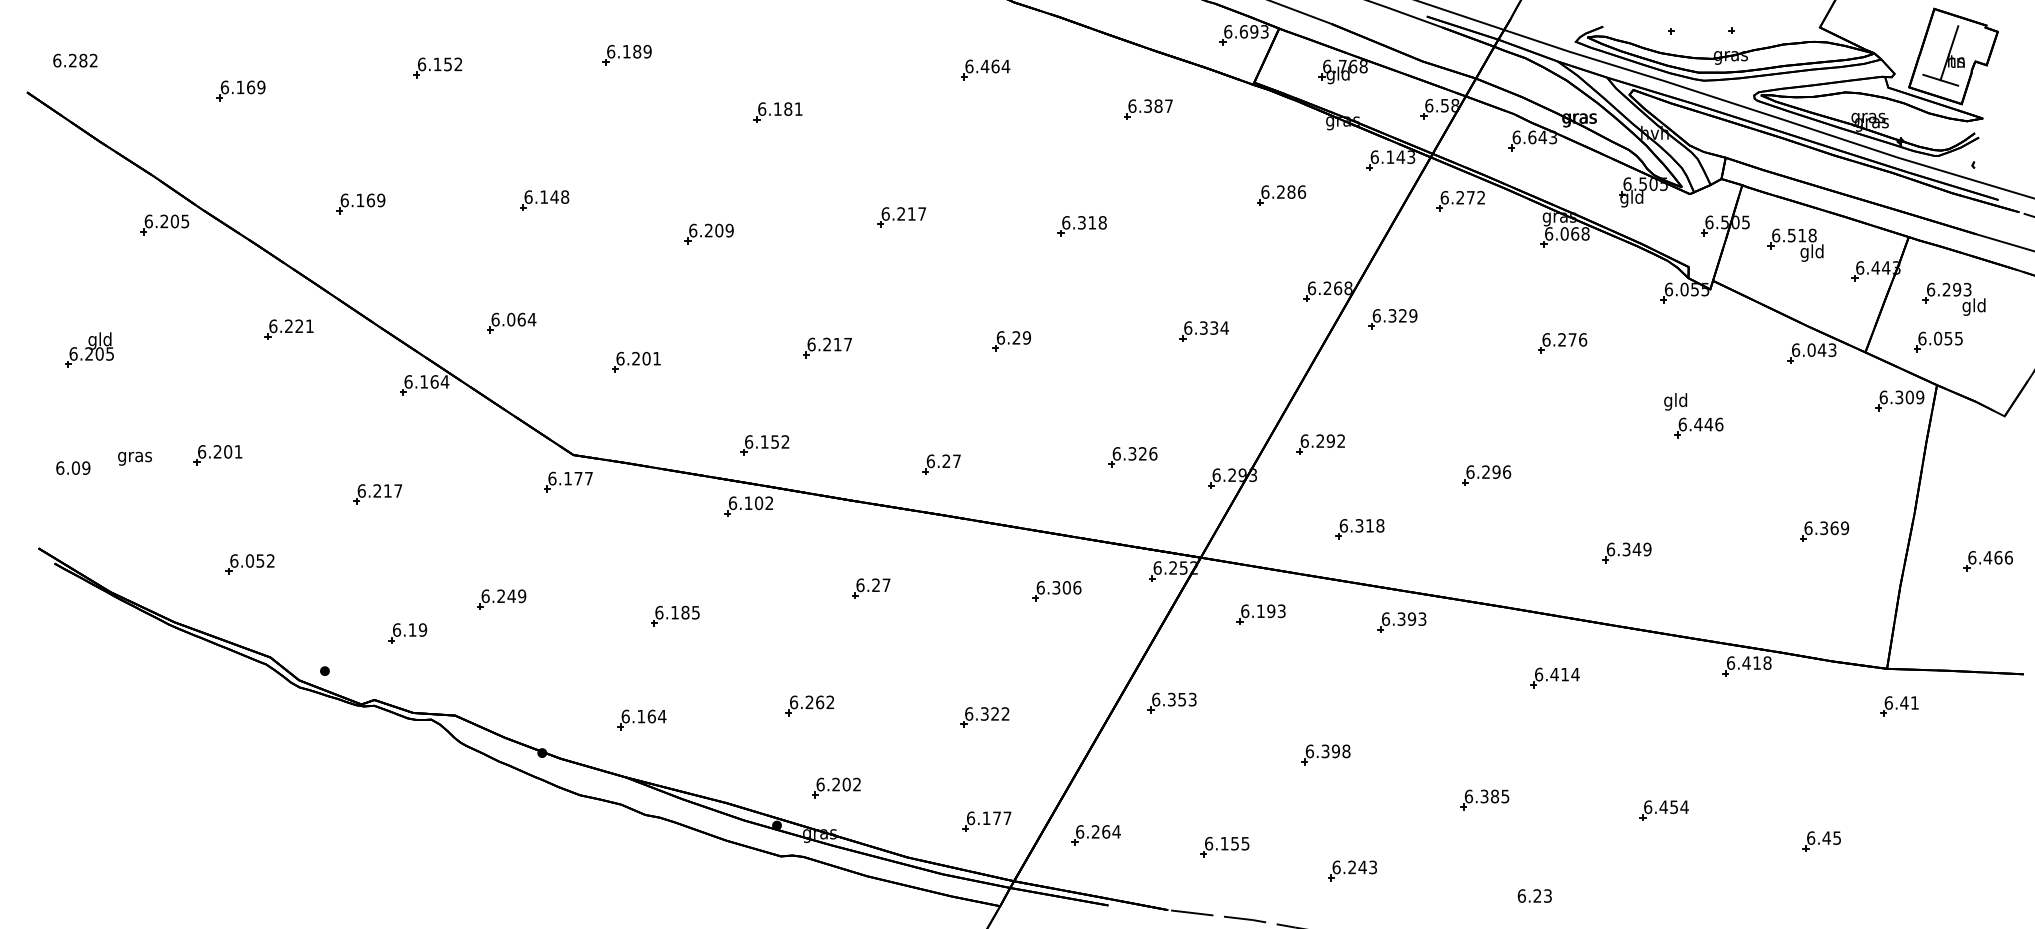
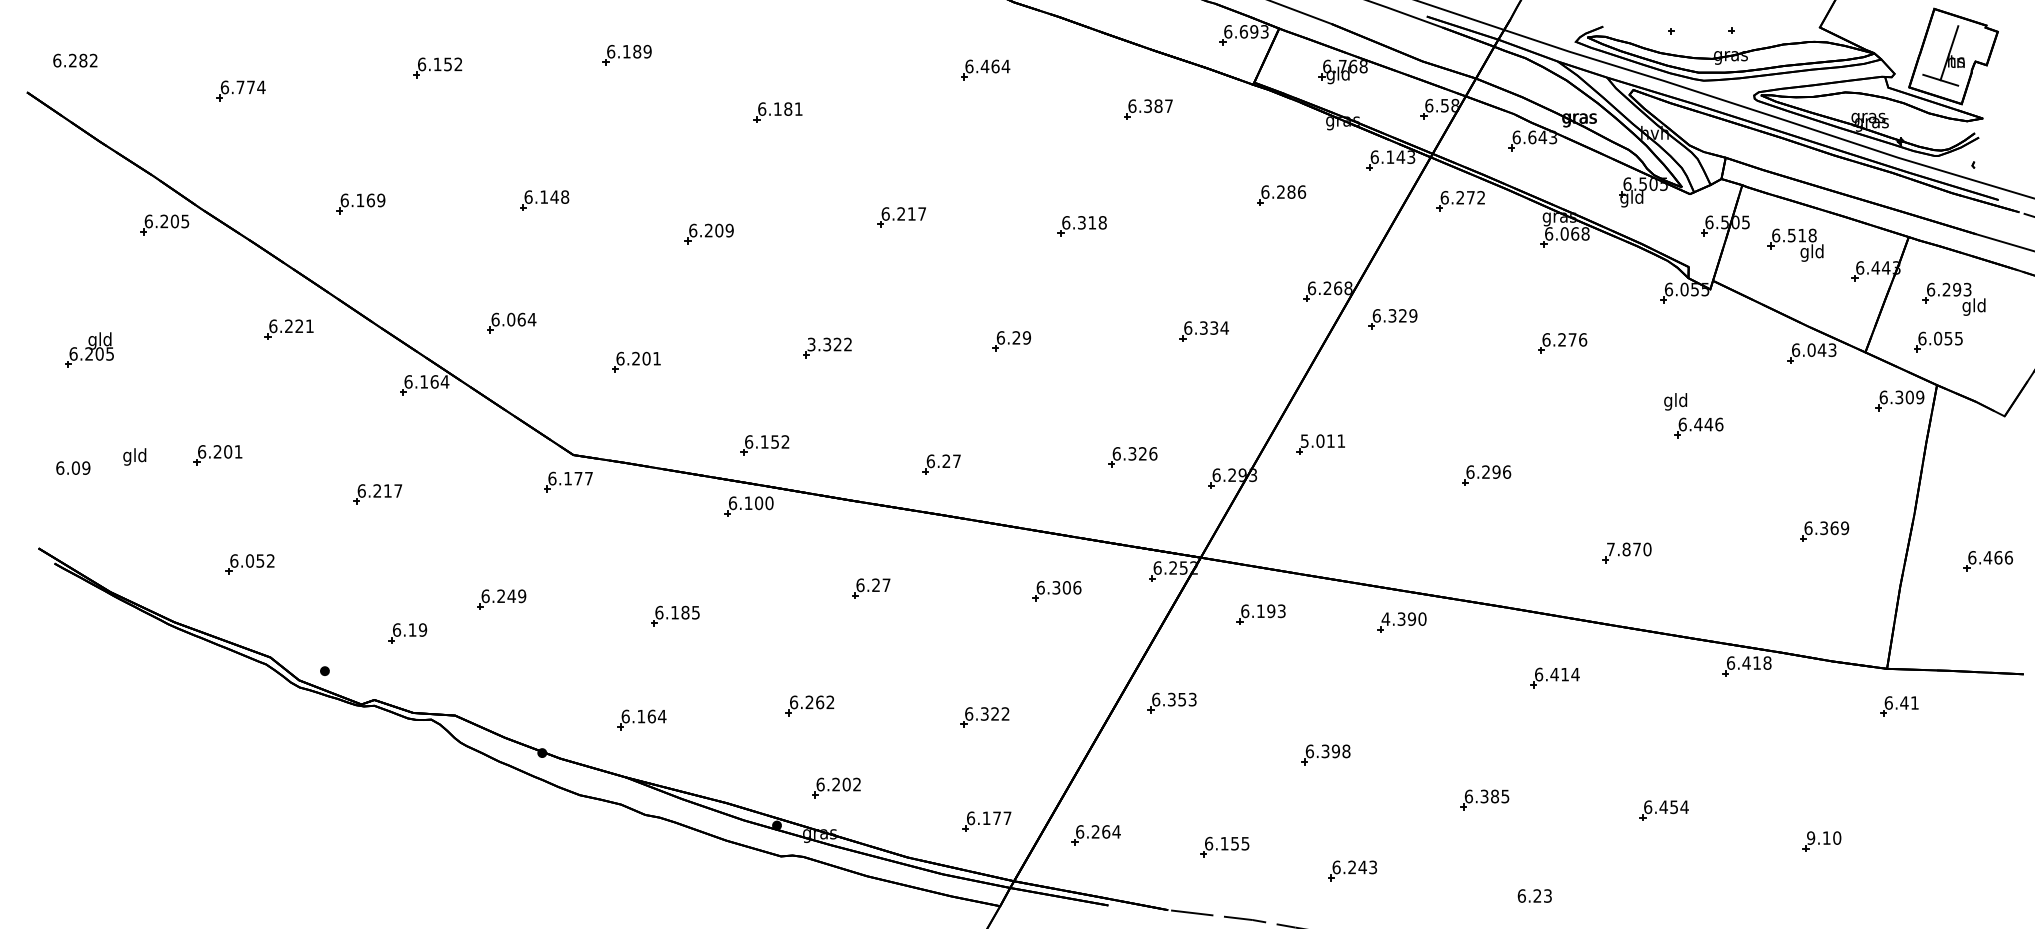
text at (250, 87): 6.169 -> 6.774
text at (829, 344): 6.217 -> 3.322
text at (1322, 440): 6.292 -> 5.011
text at (134, 456): gras -> gld
text at (769, 503): 6.102 -> 6.100
part at (1359, 529): present -> none
text at (1629, 549): 6.349 -> 7.870
text at (1403, 618): 6.393 -> 4.390
text at (1824, 837): 6.45 -> 9.10
